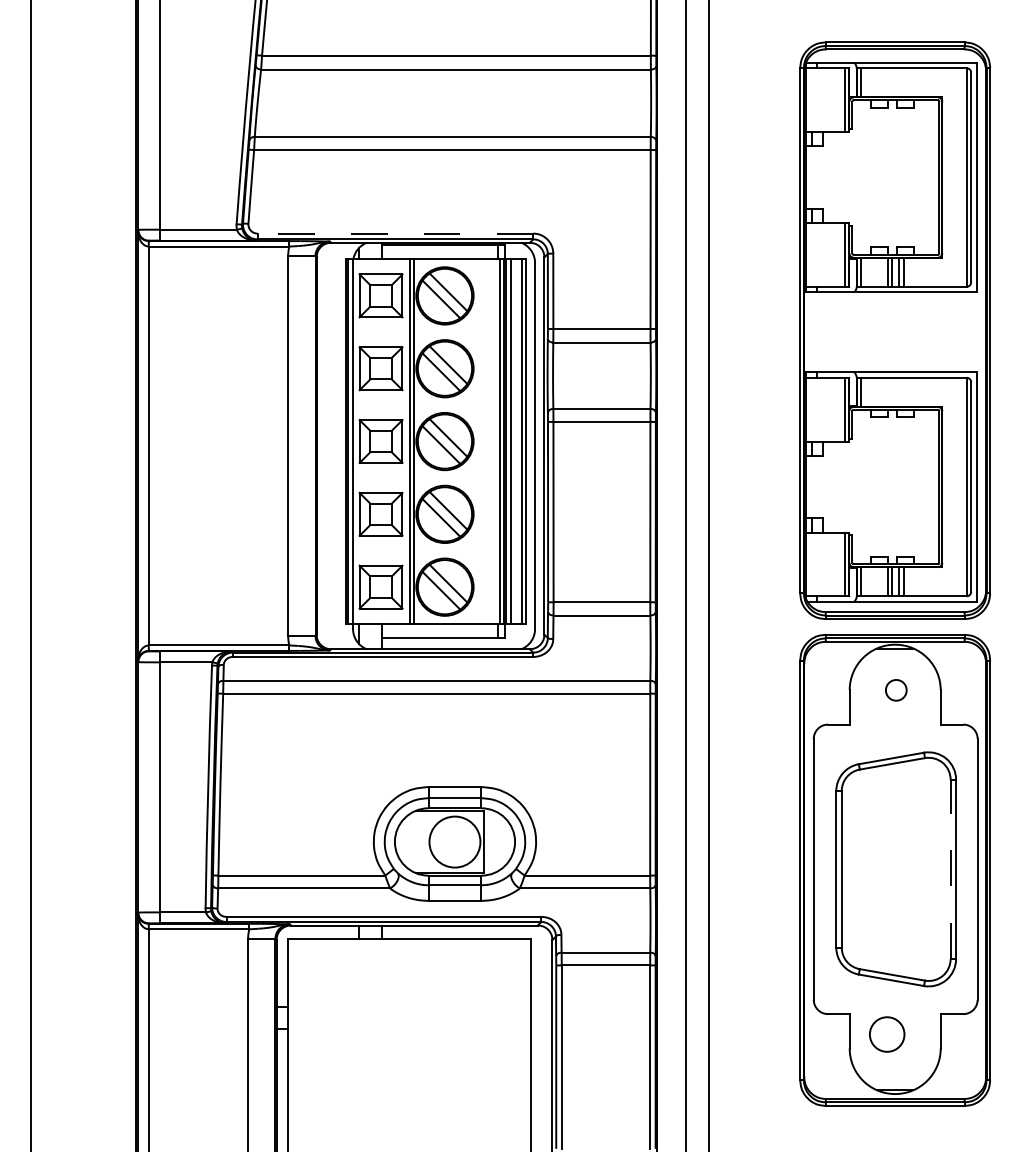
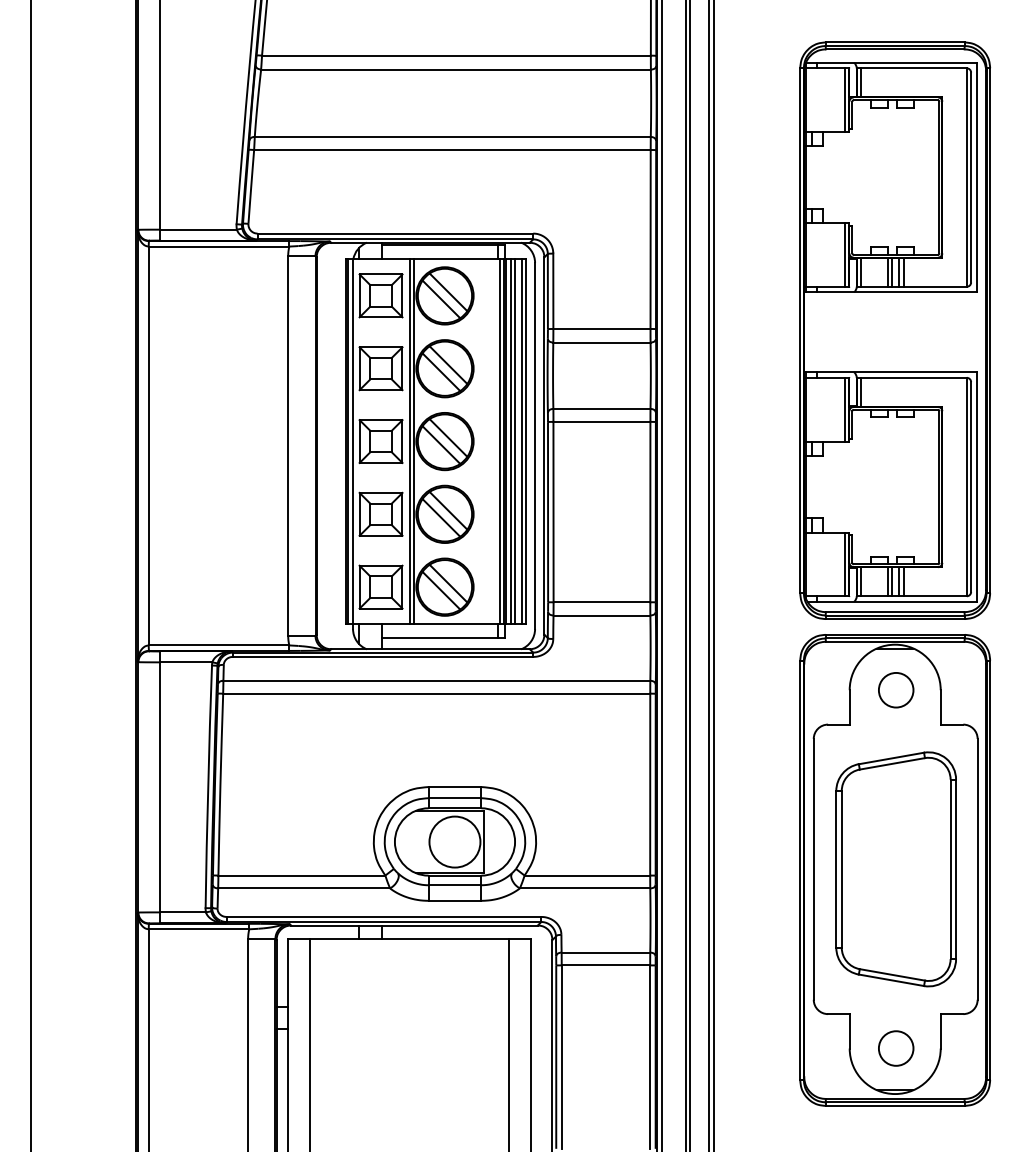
line at (395, 233): dashed -> solid
line at (514, 441): none -> present
line at (662, 575): none -> present
line at (689, 575): none -> present
line at (714, 575): none -> present
circle at (896, 690) size: 23x23 px -> 37x37 px
line at (950, 869): dashed -> solid
circle at (887, 1034) position: (887, 1034) -> (896, 1048)
line at (309, 1043): none -> present
line at (509, 1043): none -> present
